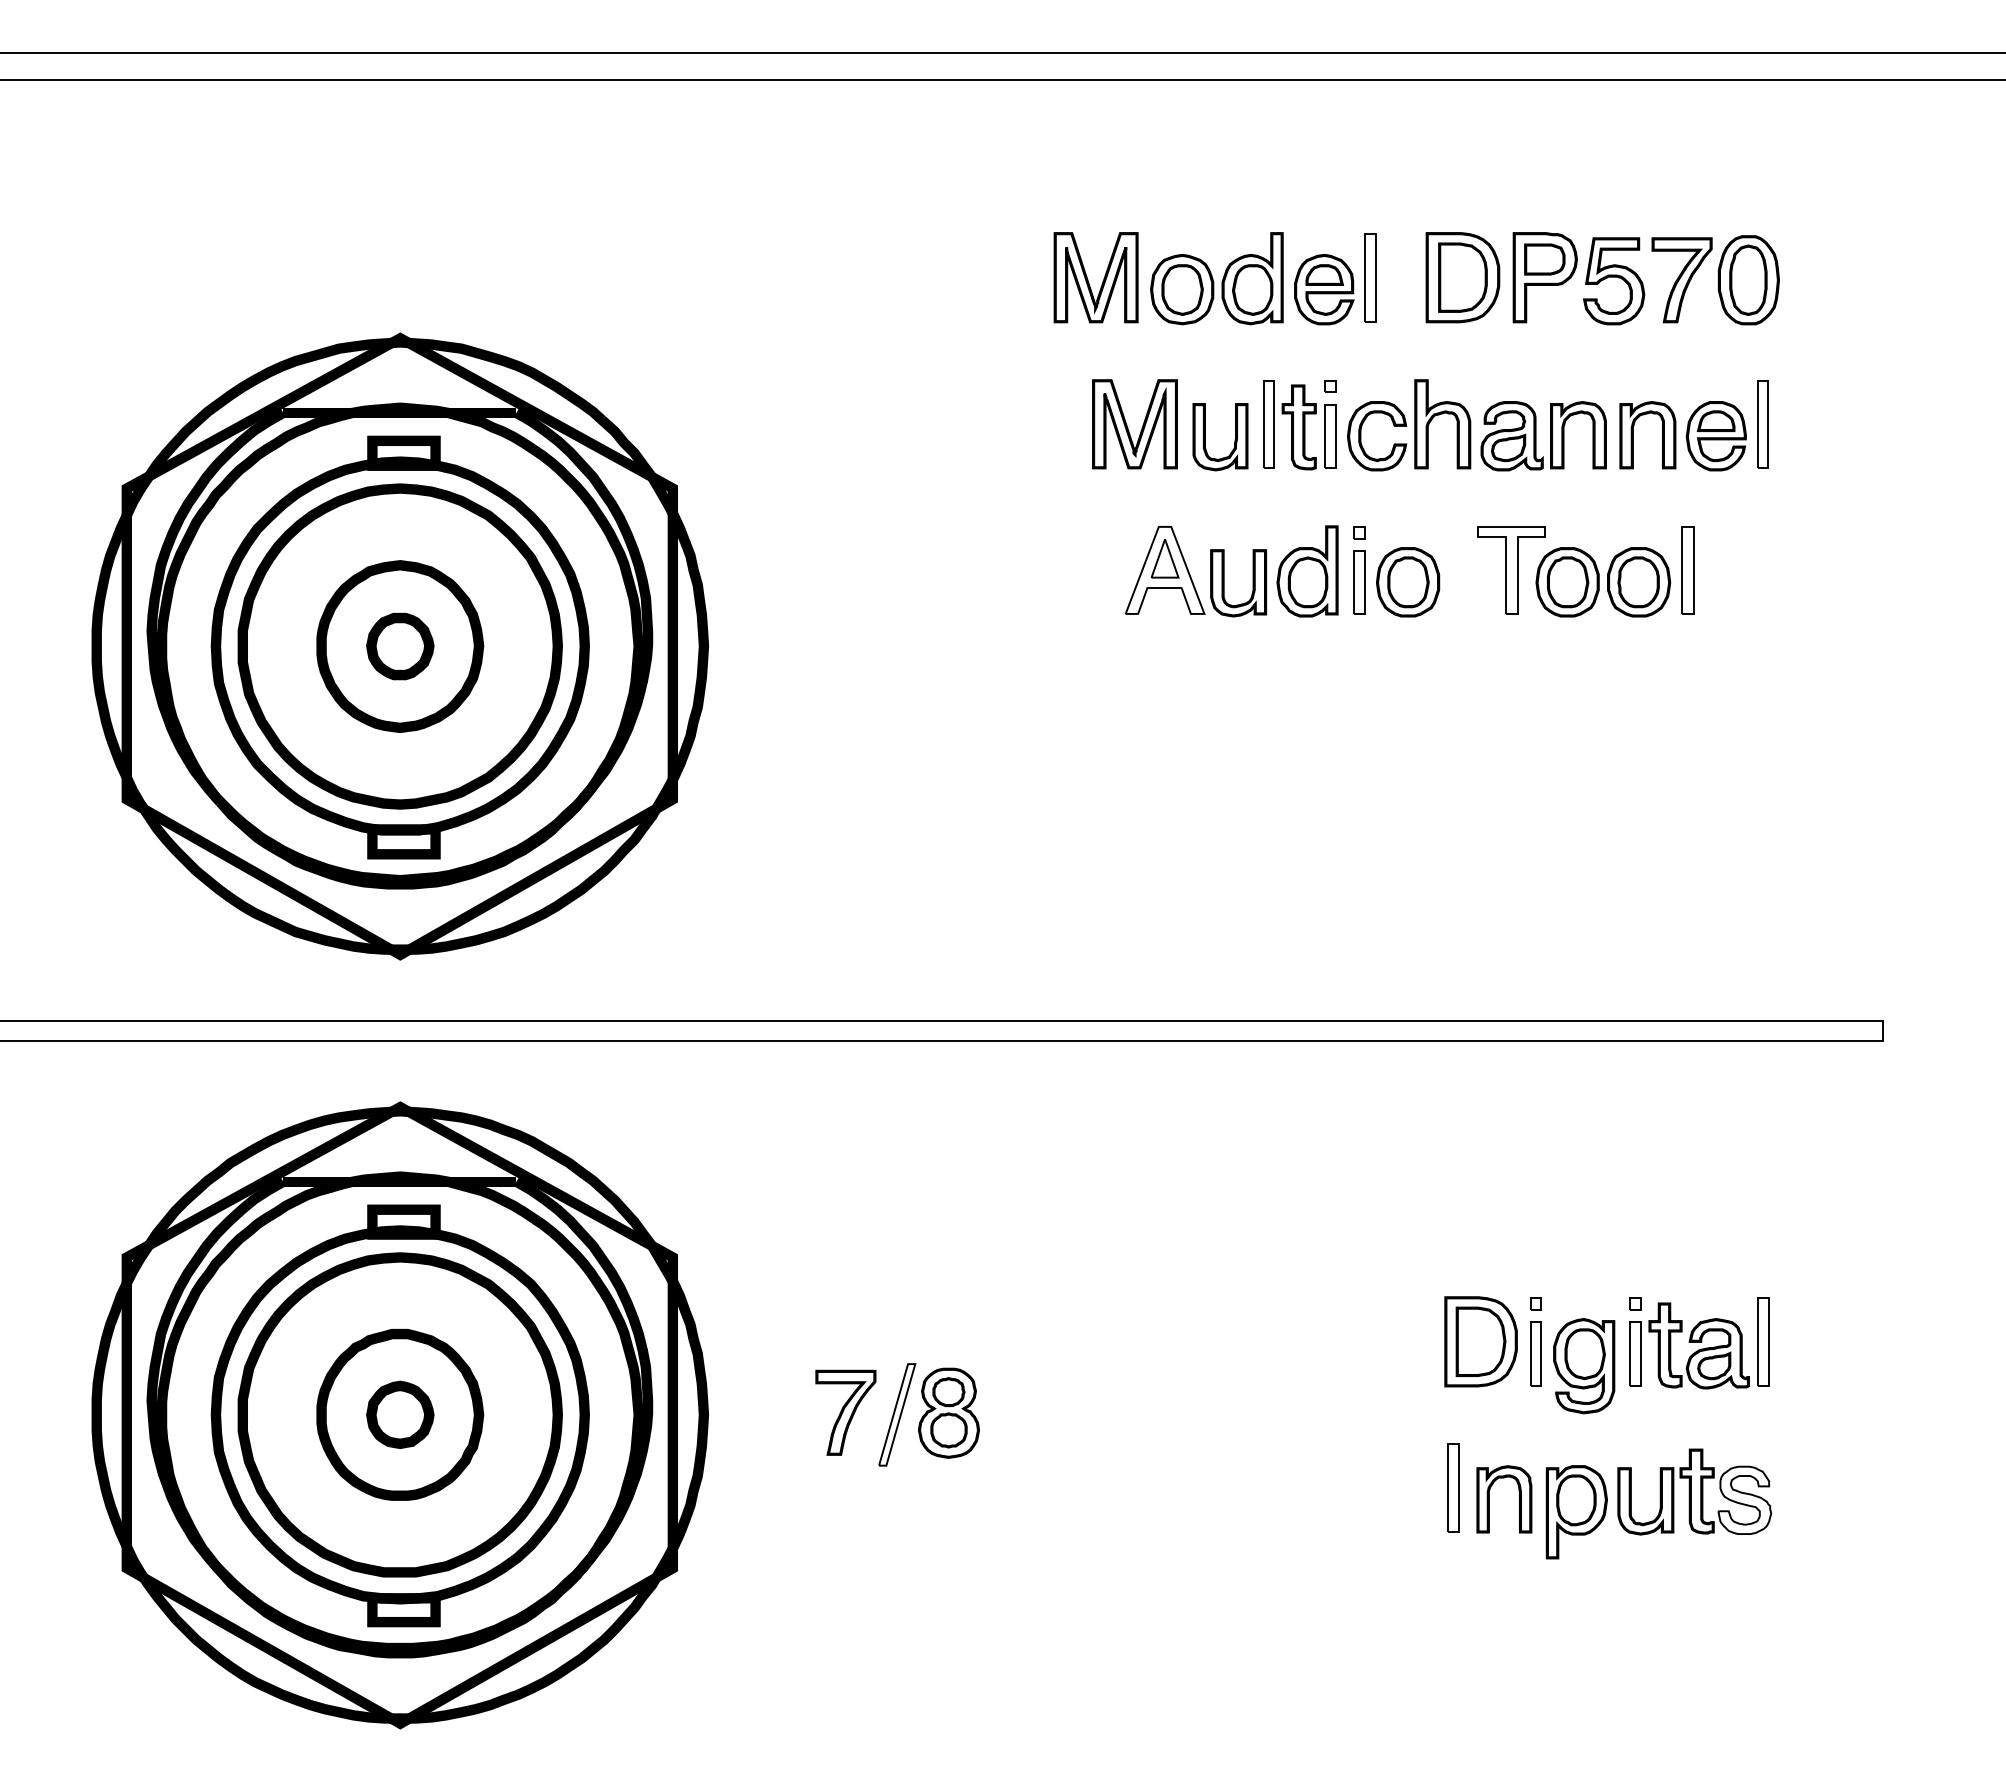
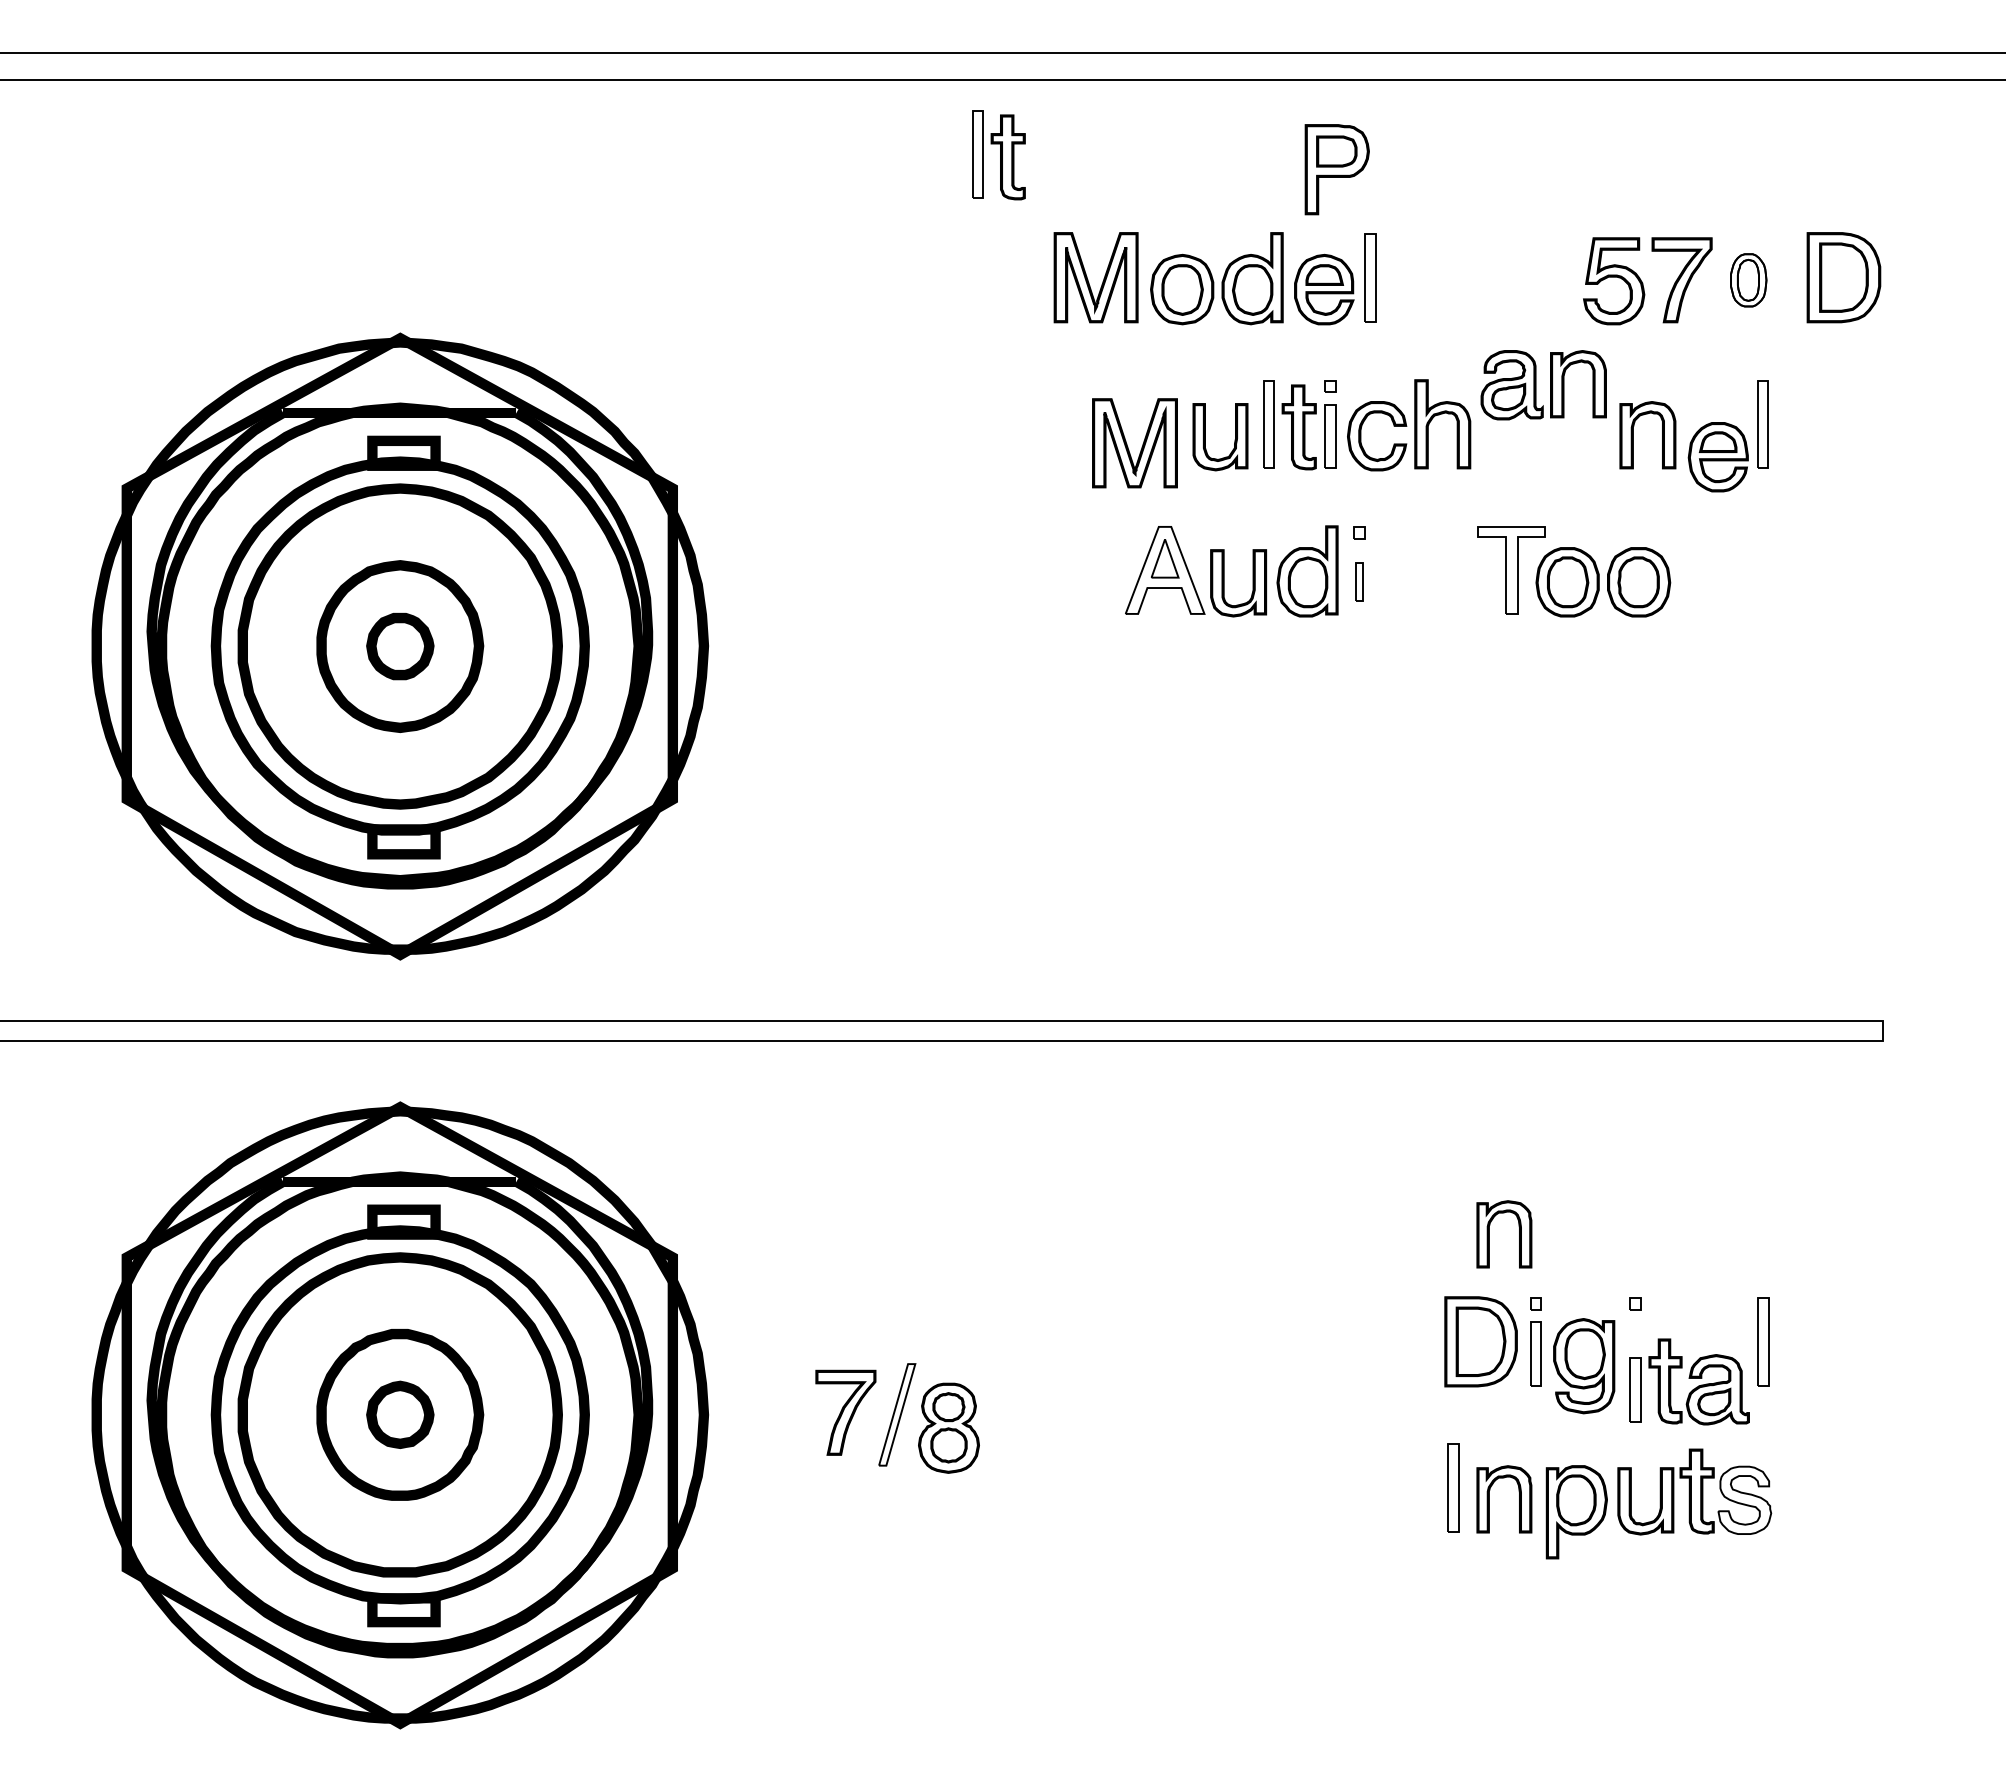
part at (998, 155): none -> present
part at (1462, 277) position: (1462, 277) -> (1843, 277)
part at (1544, 277) position: (1544, 277) -> (1336, 169)
part at (1748, 280) size: 63x91 px -> 38x55 px
part at (1128, 427) position: (1128, 427) -> (1128, 446)
part at (1536, 436) position: (1536, 436) -> (1536, 385)
part at (1715, 436) position: (1715, 436) -> (1717, 457)
part at (1687, 570): present -> none
part at (1359, 582) size: 13x65 px -> 9x40 px
part at (1408, 582): present -> none
part at (1489, 1234): none -> present
part at (1689, 1345) position: (1689, 1345) -> (1689, 1381)
part at (948, 1412) position: (948, 1412) -> (948, 1427)
